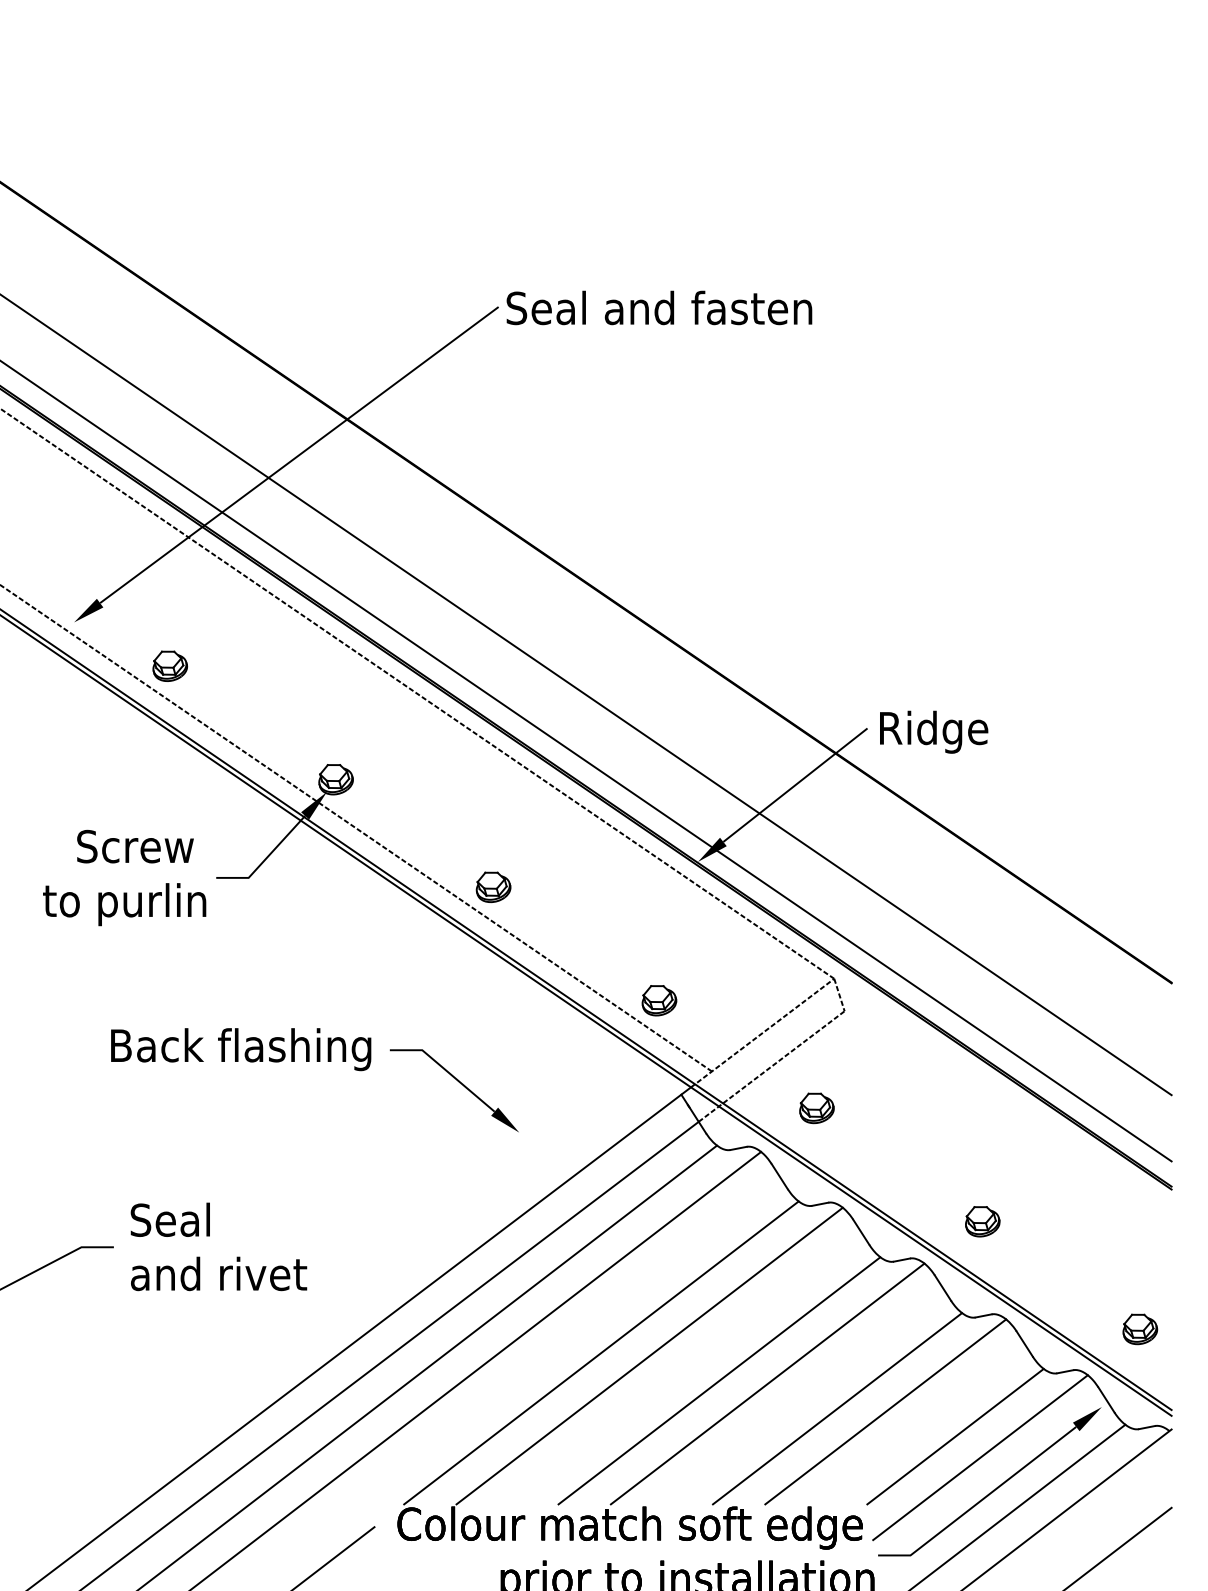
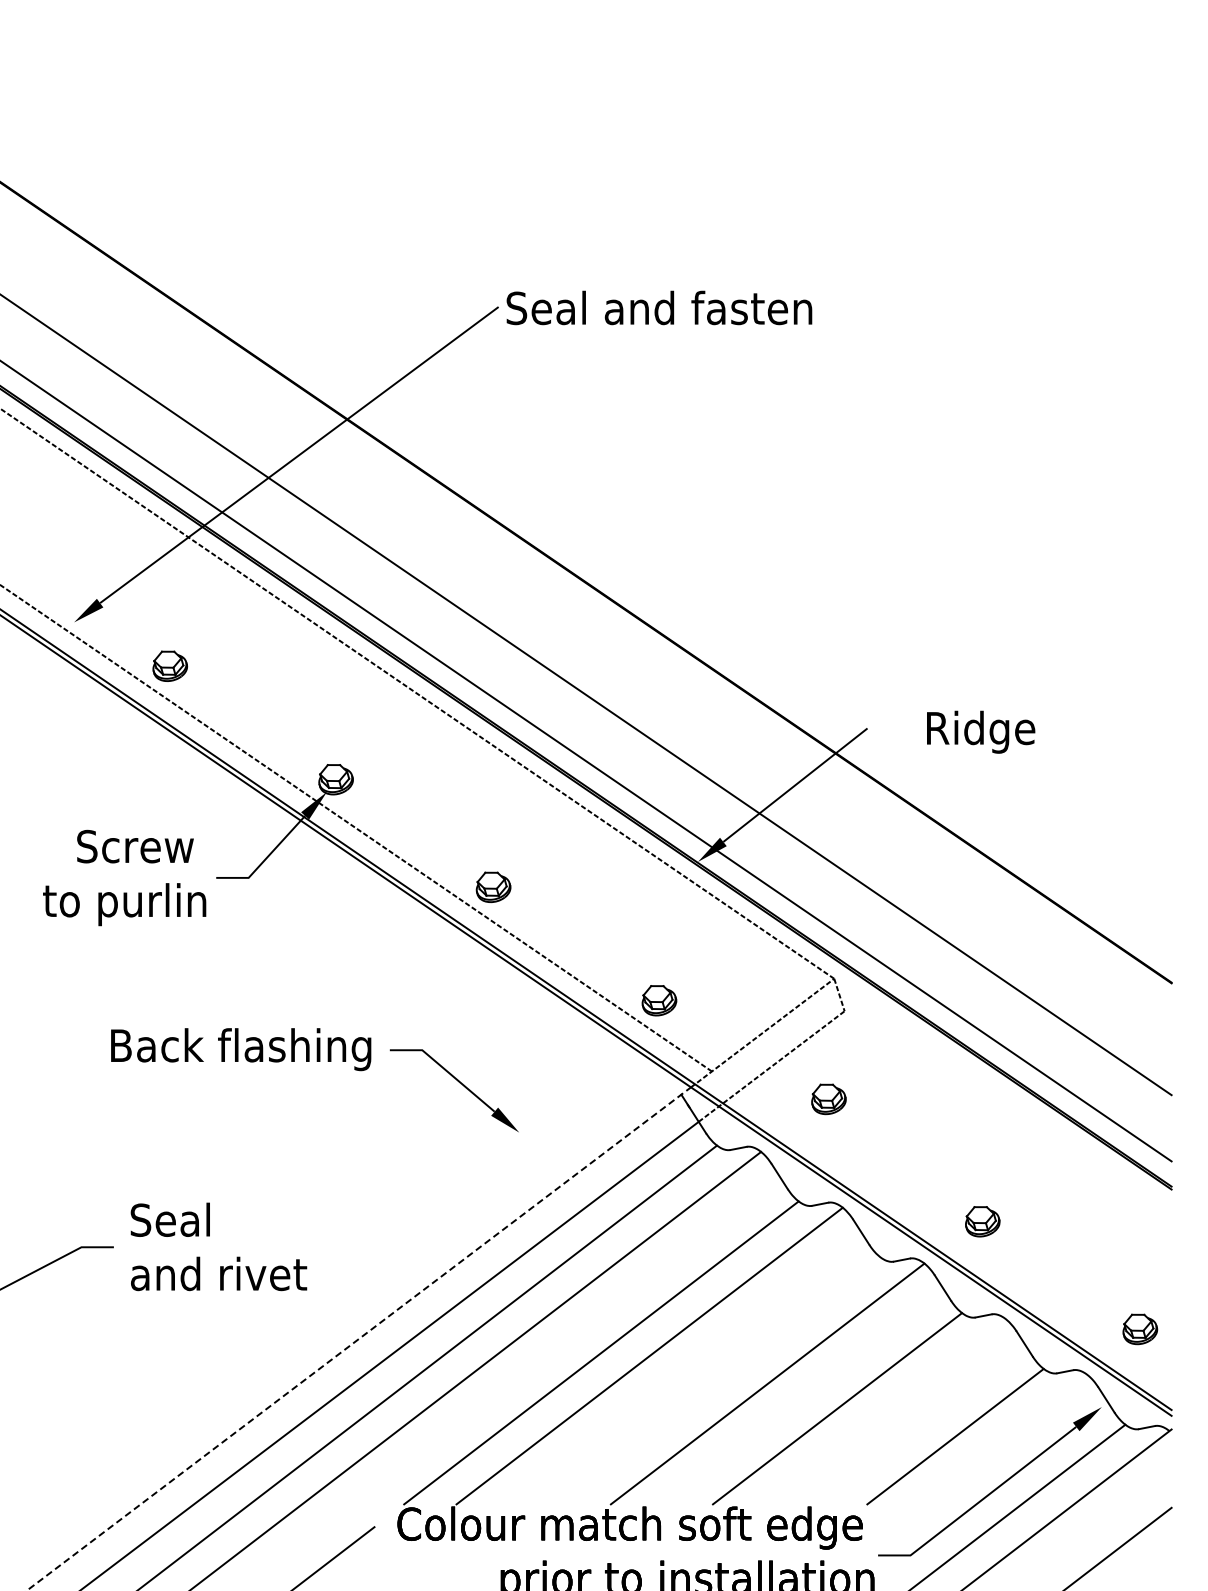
text at (934, 731) position: (934, 731) -> (981, 731)
part at (816, 1108) position: (816, 1108) -> (828, 1099)
line at (359, 1338): solid -> dashed
line at (719, 1380): present -> none
line at (885, 1411): present -> none
line at (980, 1457): present -> none
